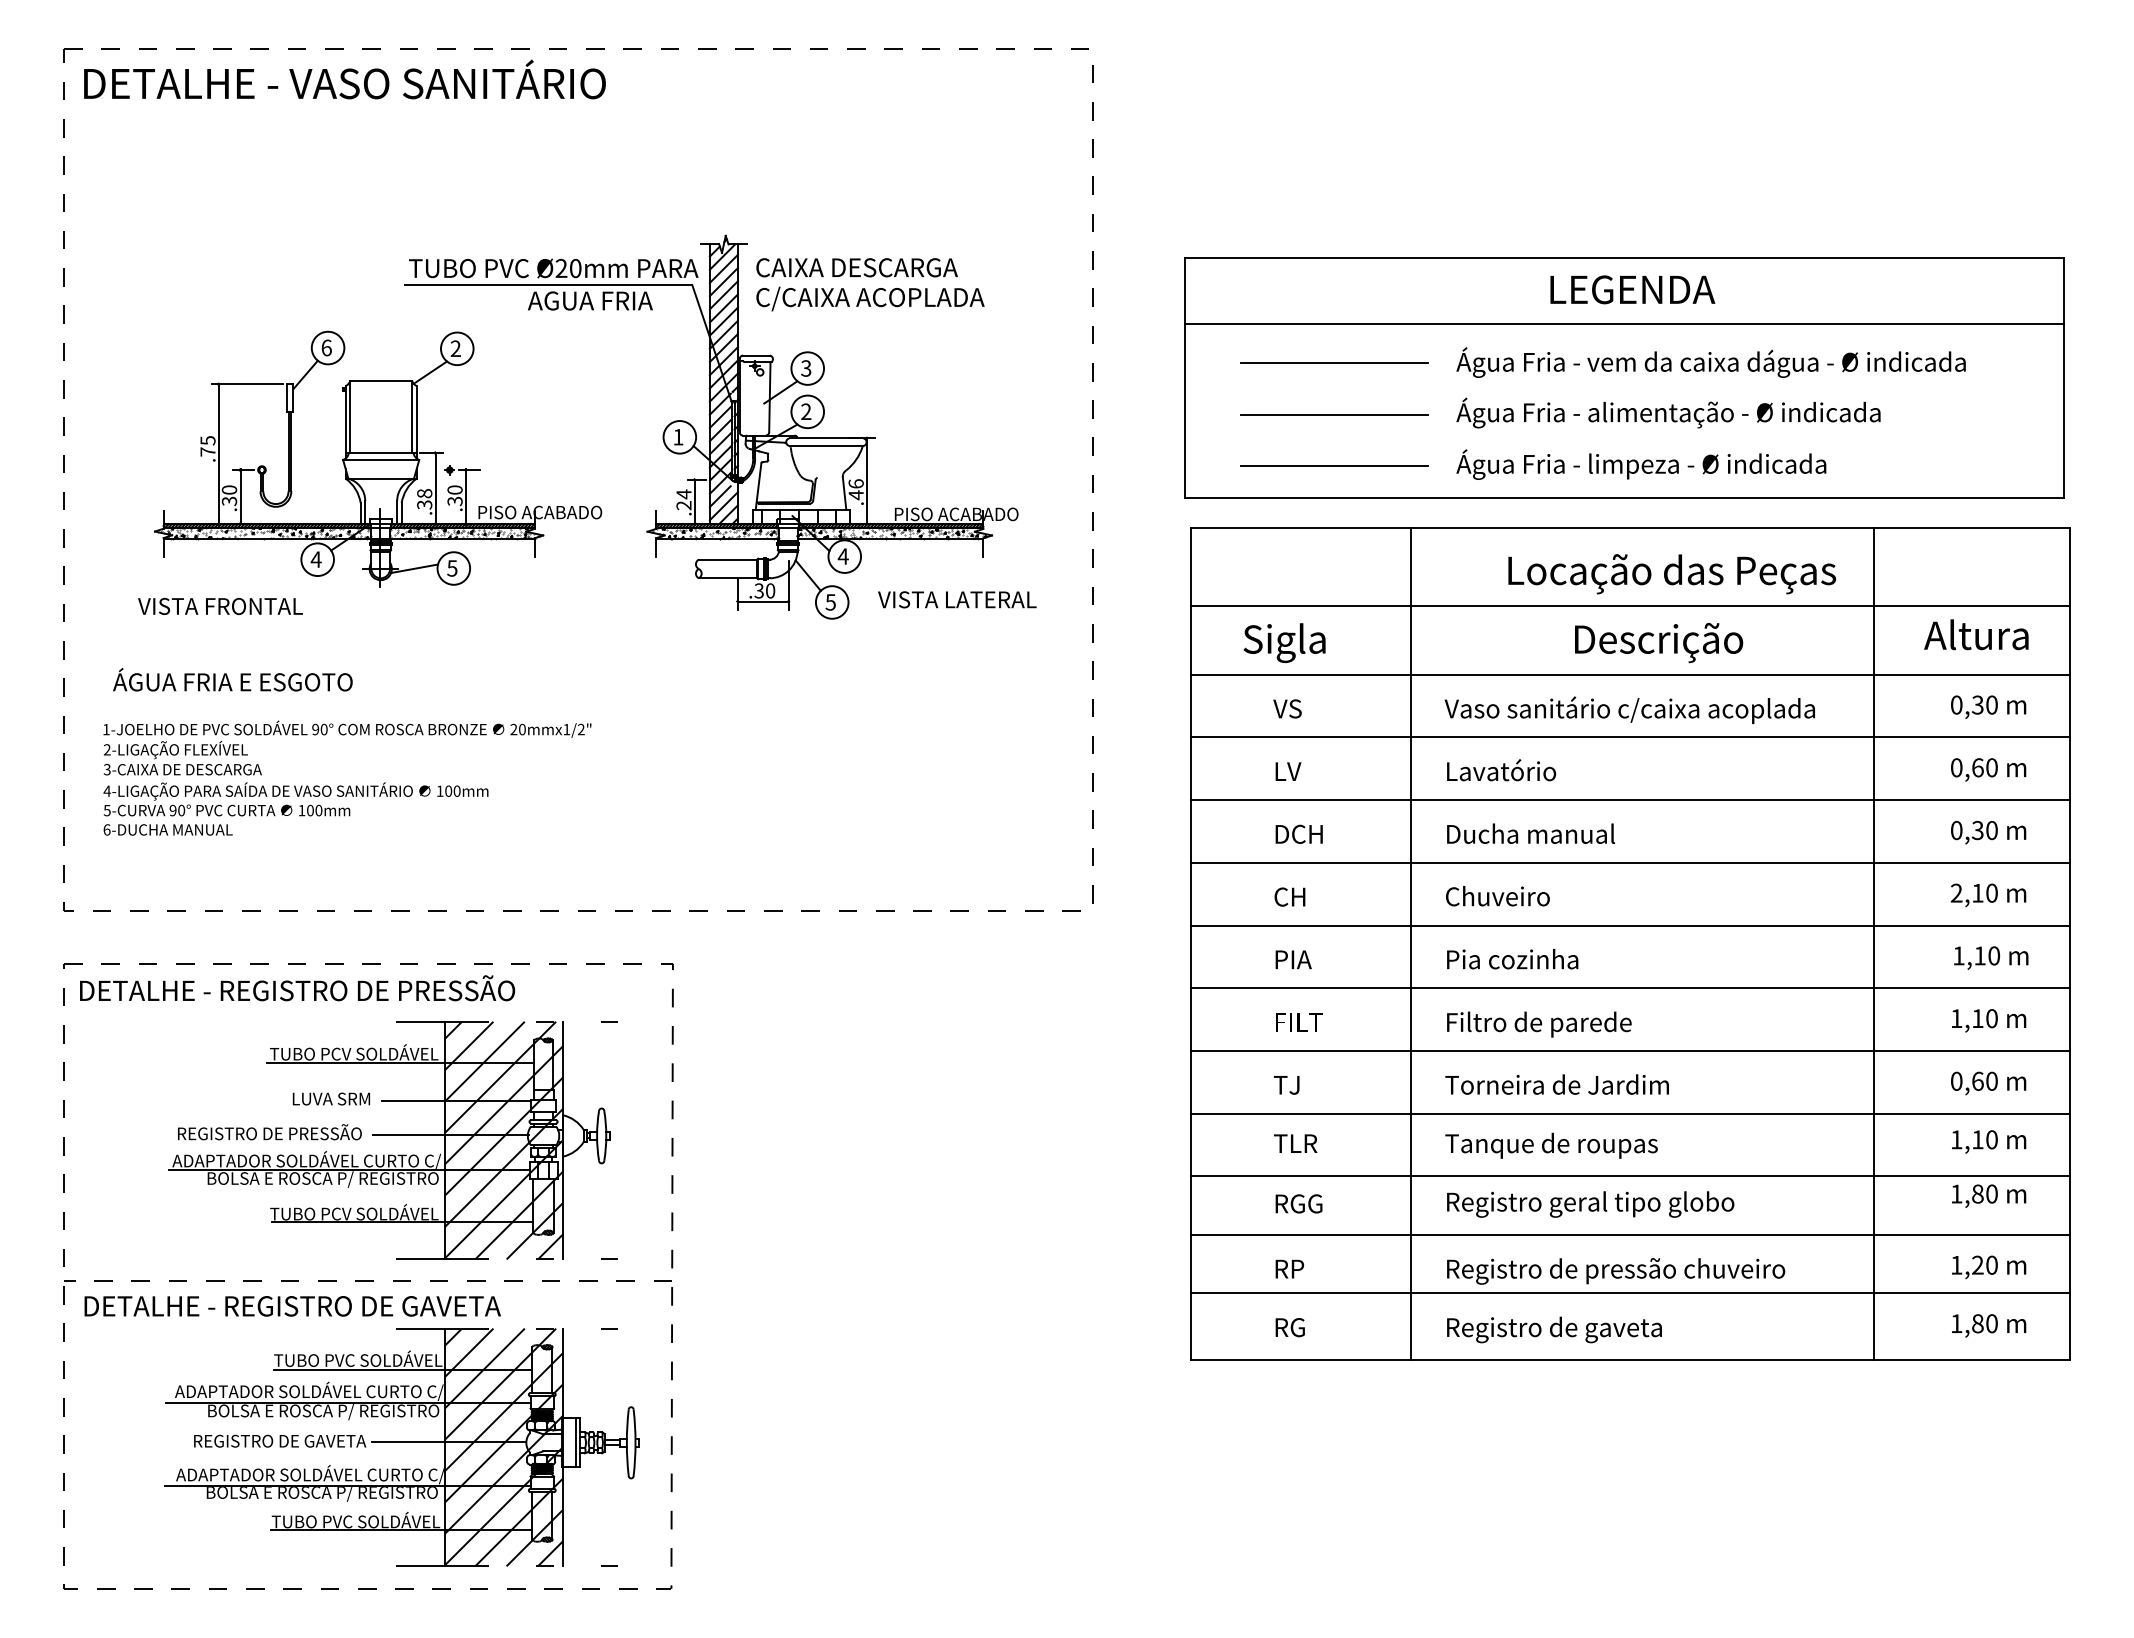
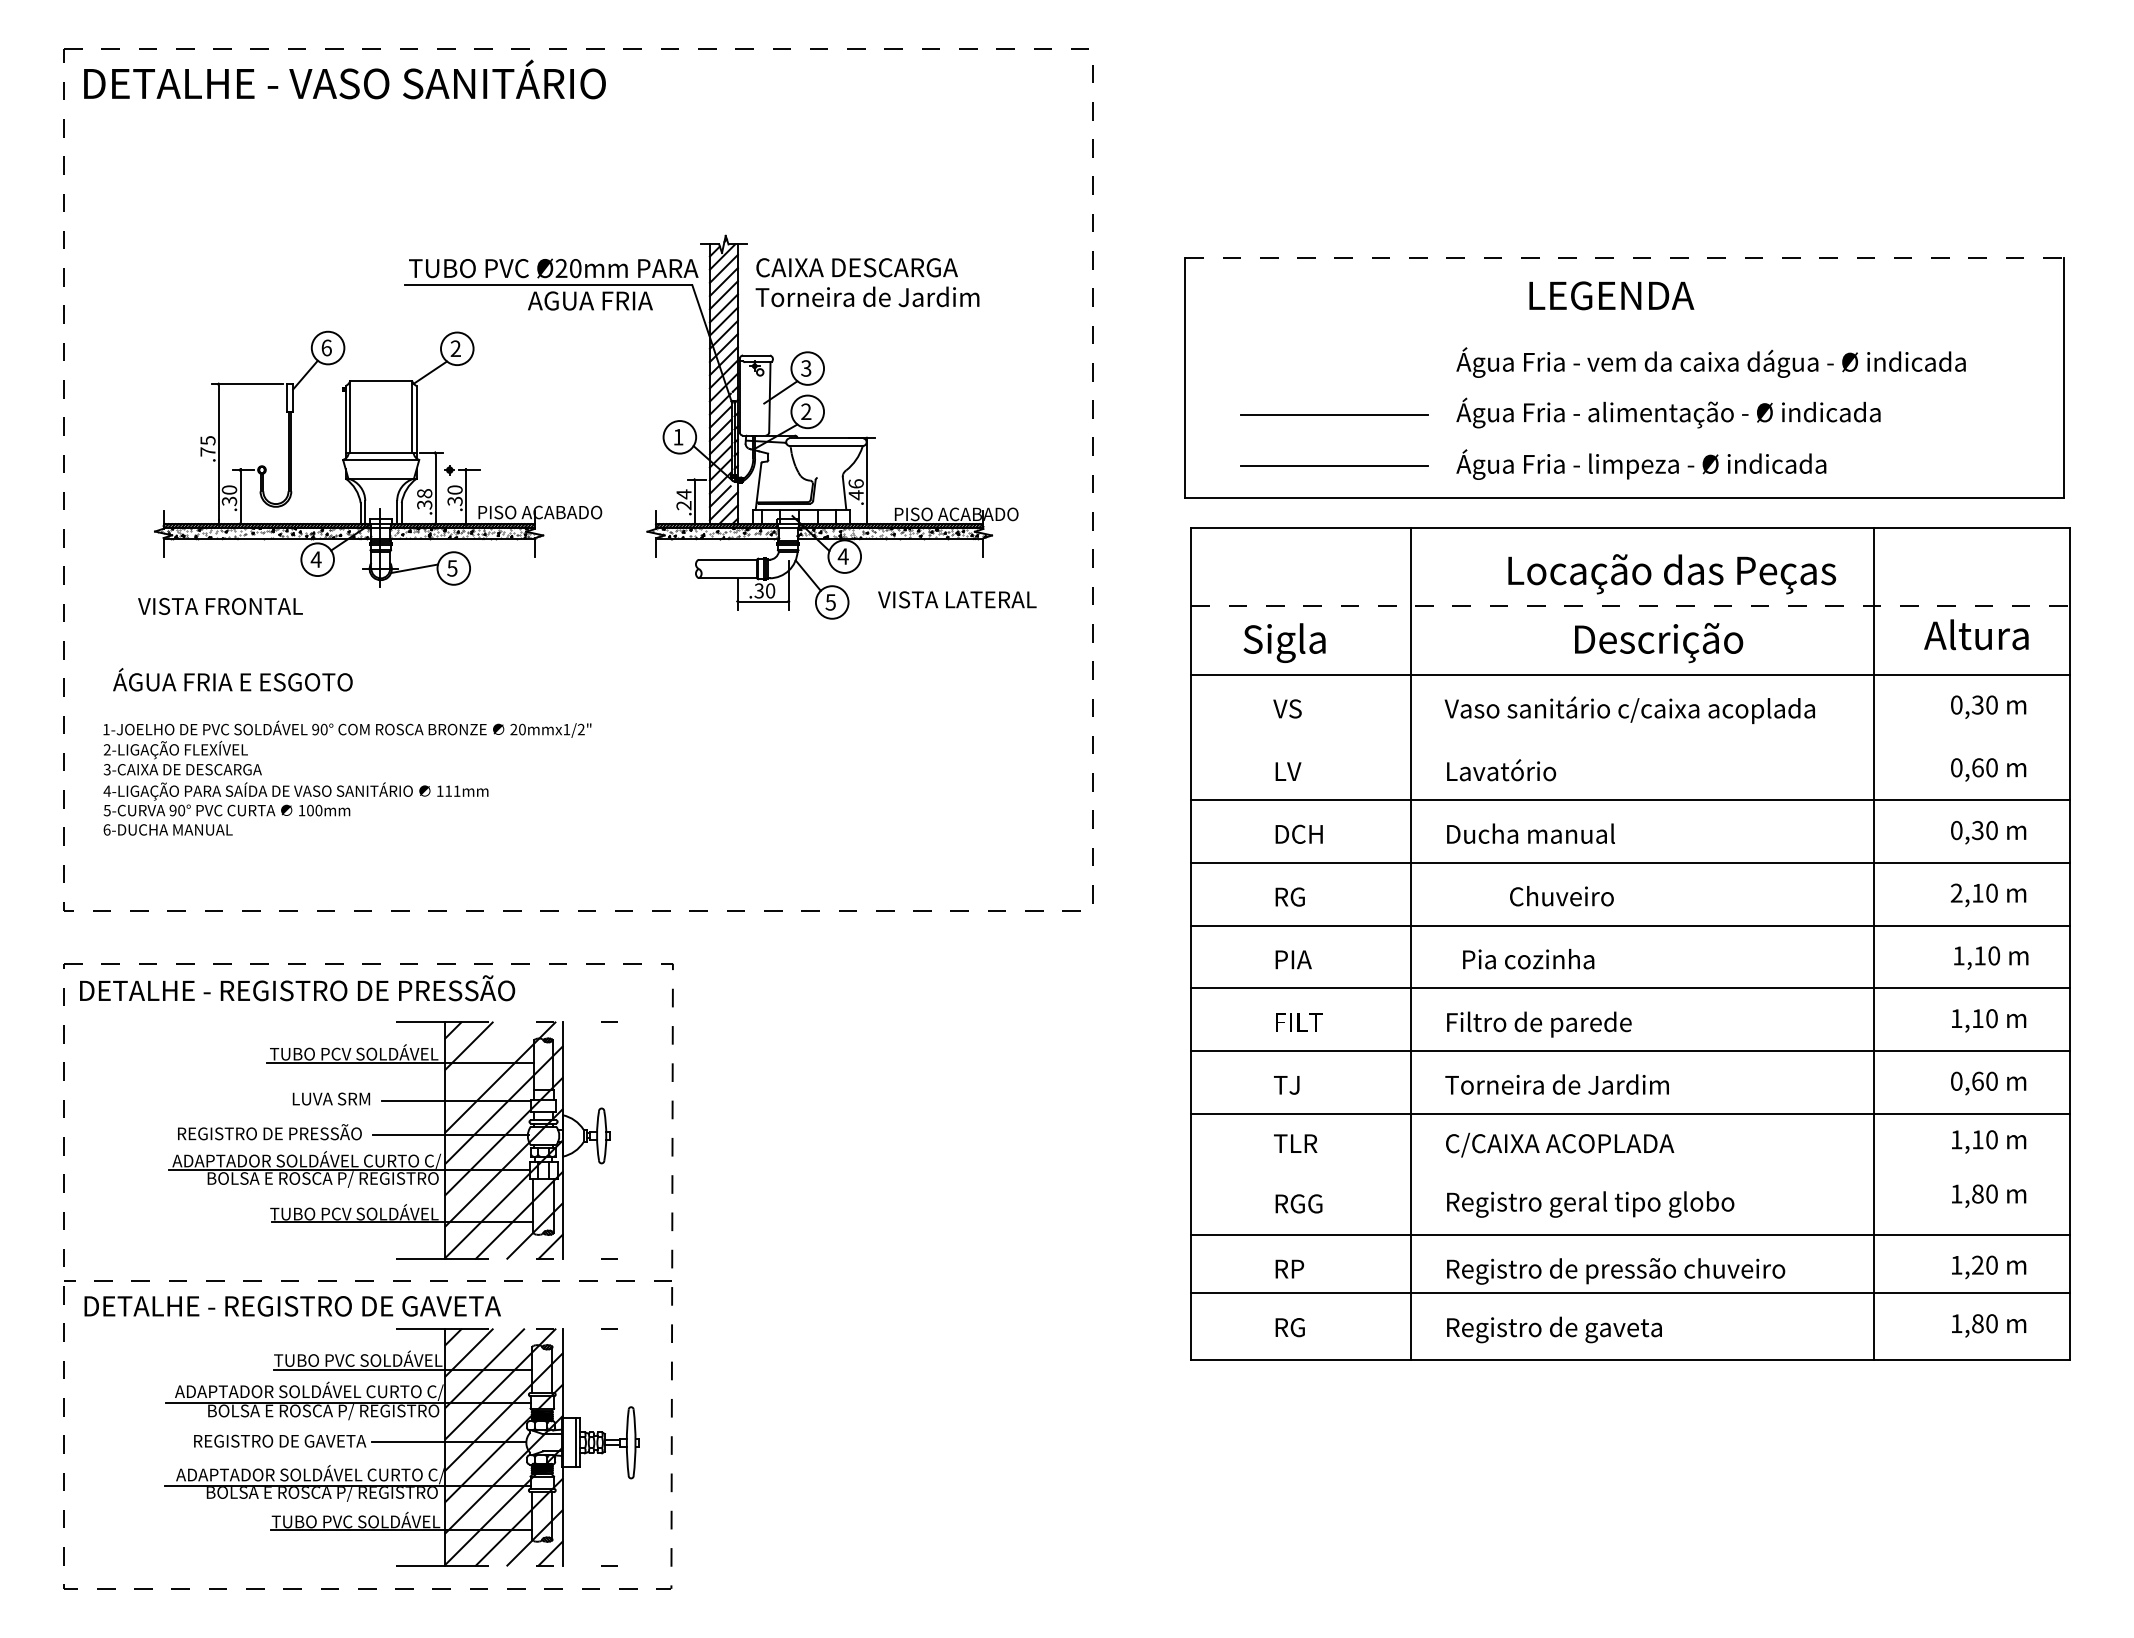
line at (1625, 257): solid -> dashed
text at (1632, 289) position: (1632, 289) -> (1611, 295)
text at (869, 298): C/CAIXA ACOPLADA -> Torneira de Jardim
line at (1624, 324): present -> none
line at (1334, 363): present -> none
line at (1631, 606): solid -> dashed
line at (1630, 737): present -> none
text at (452, 790): 100mm -> 111mm
text at (1289, 896): CH -> RG
text at (1497, 896) position: (1497, 896) -> (1561, 896)
text at (1512, 959) position: (1512, 959) -> (1528, 959)
line at (484, 1061): present -> none
text at (1559, 1145): Tanque de roupas -> C/CAIXA ACOPLADA
line at (1630, 1176): present -> none
